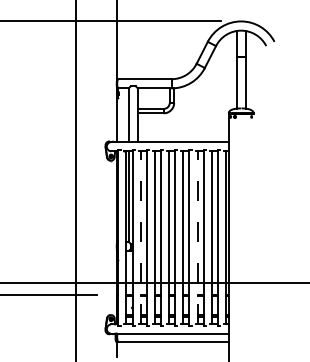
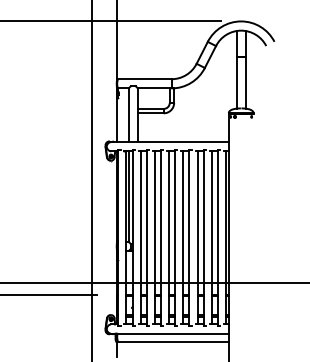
line at (76, 180) position: (76, 180) -> (92, 180)
line at (140, 237): dashed -> solid
line at (197, 237): dashed -> solid
